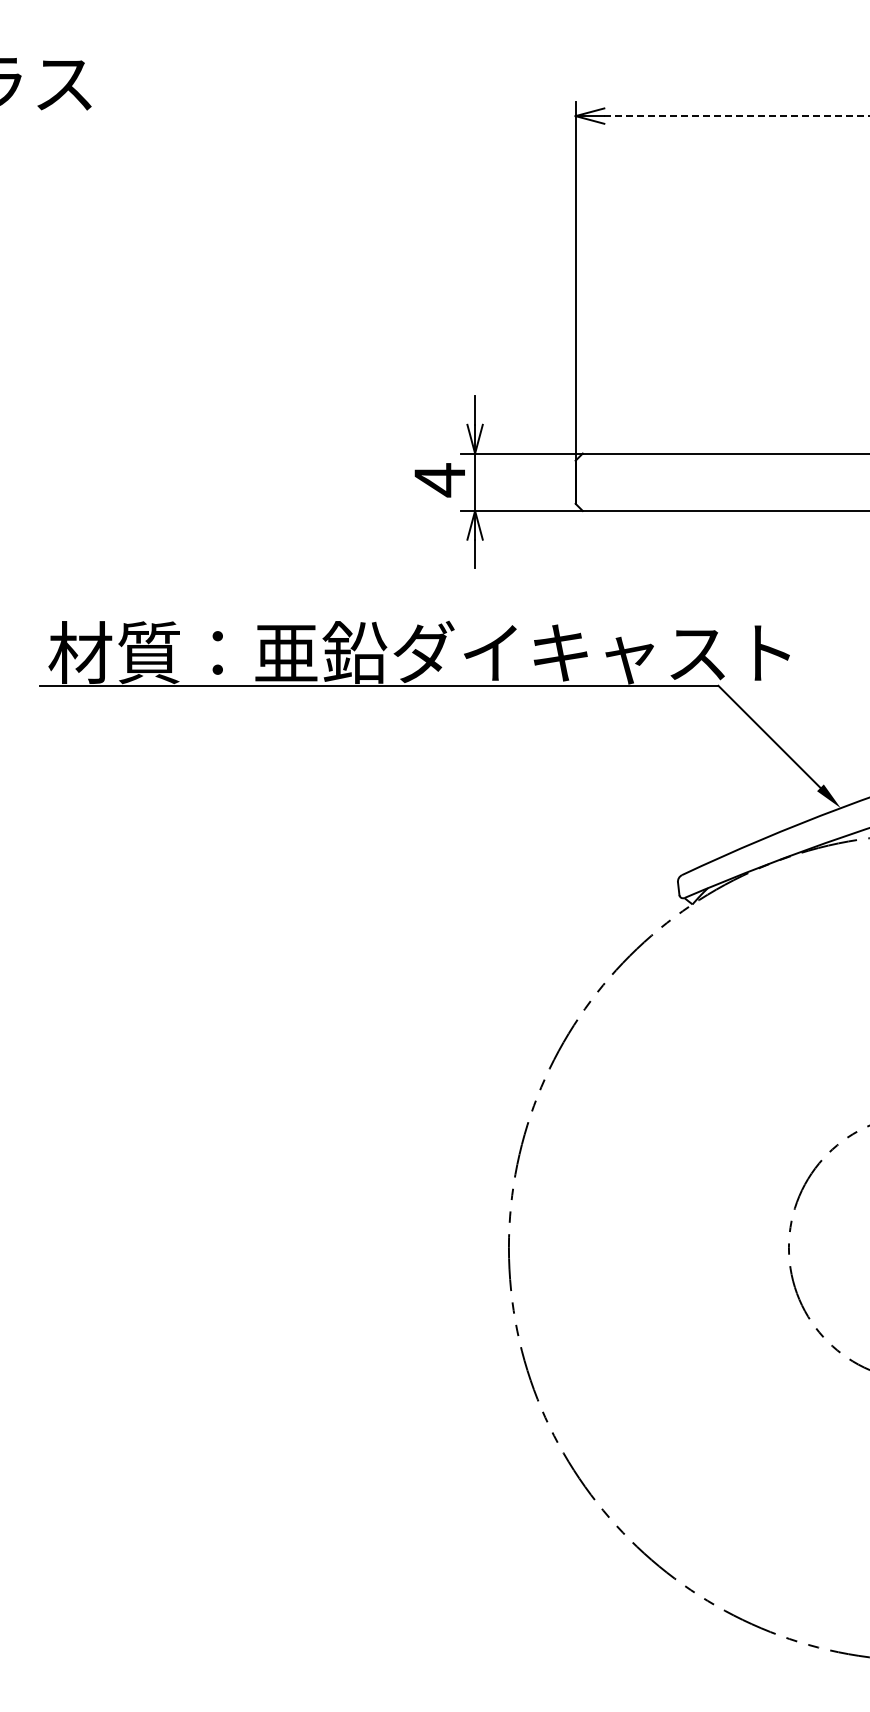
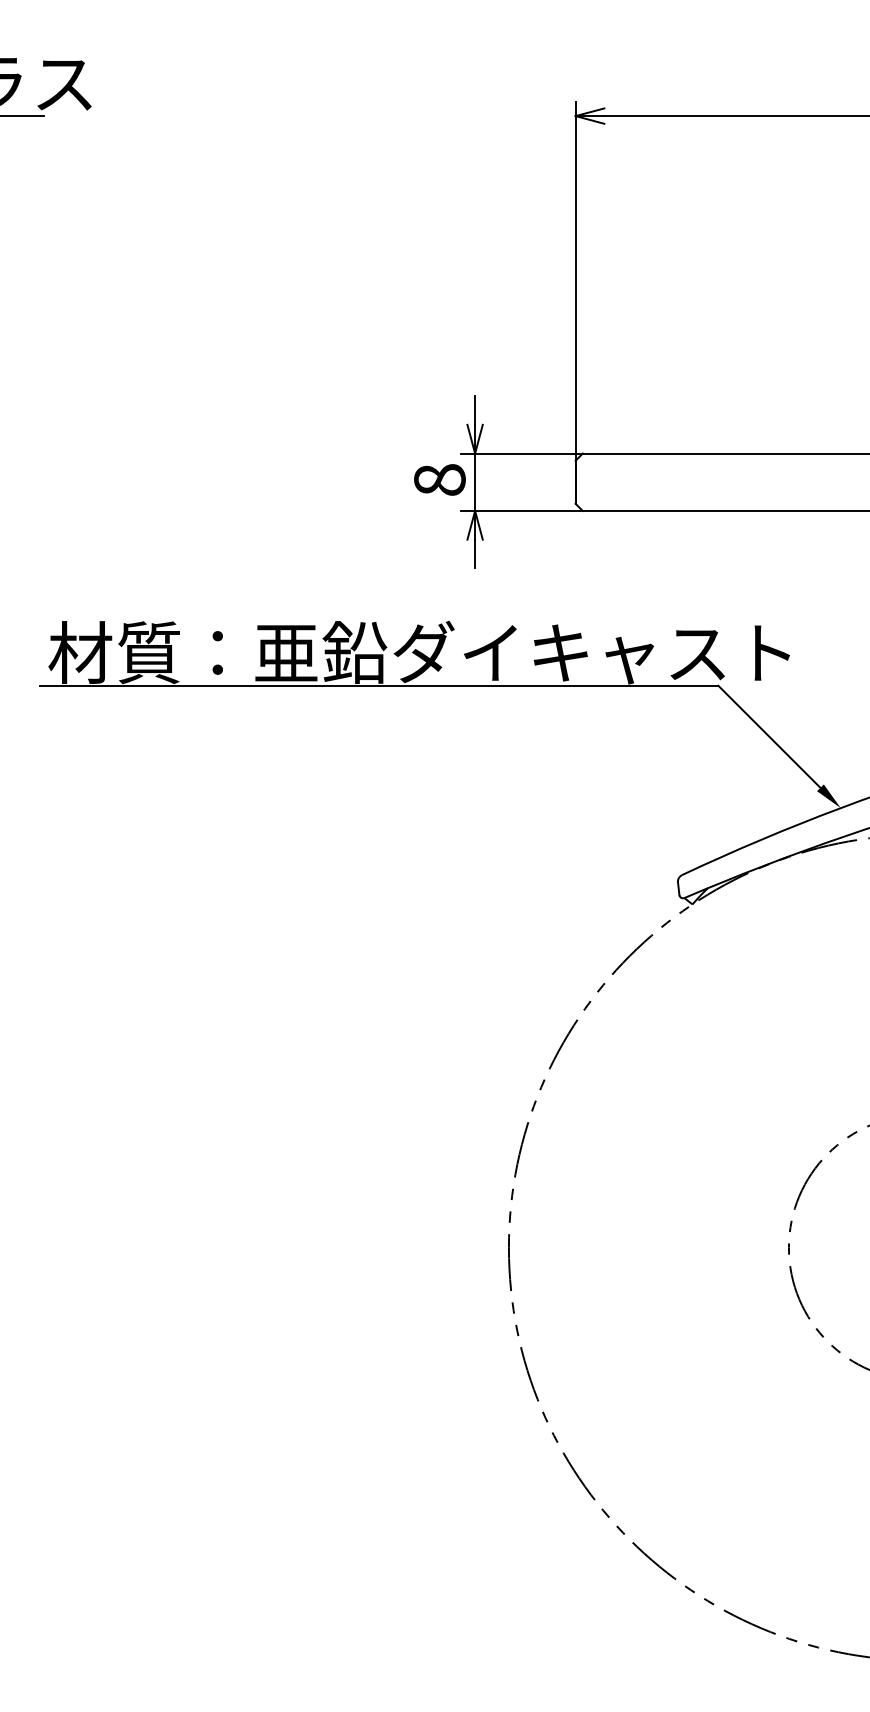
line at (23, 116): none -> present
line at (737, 116): dashed -> solid
text at (439, 480): 4 -> 8
